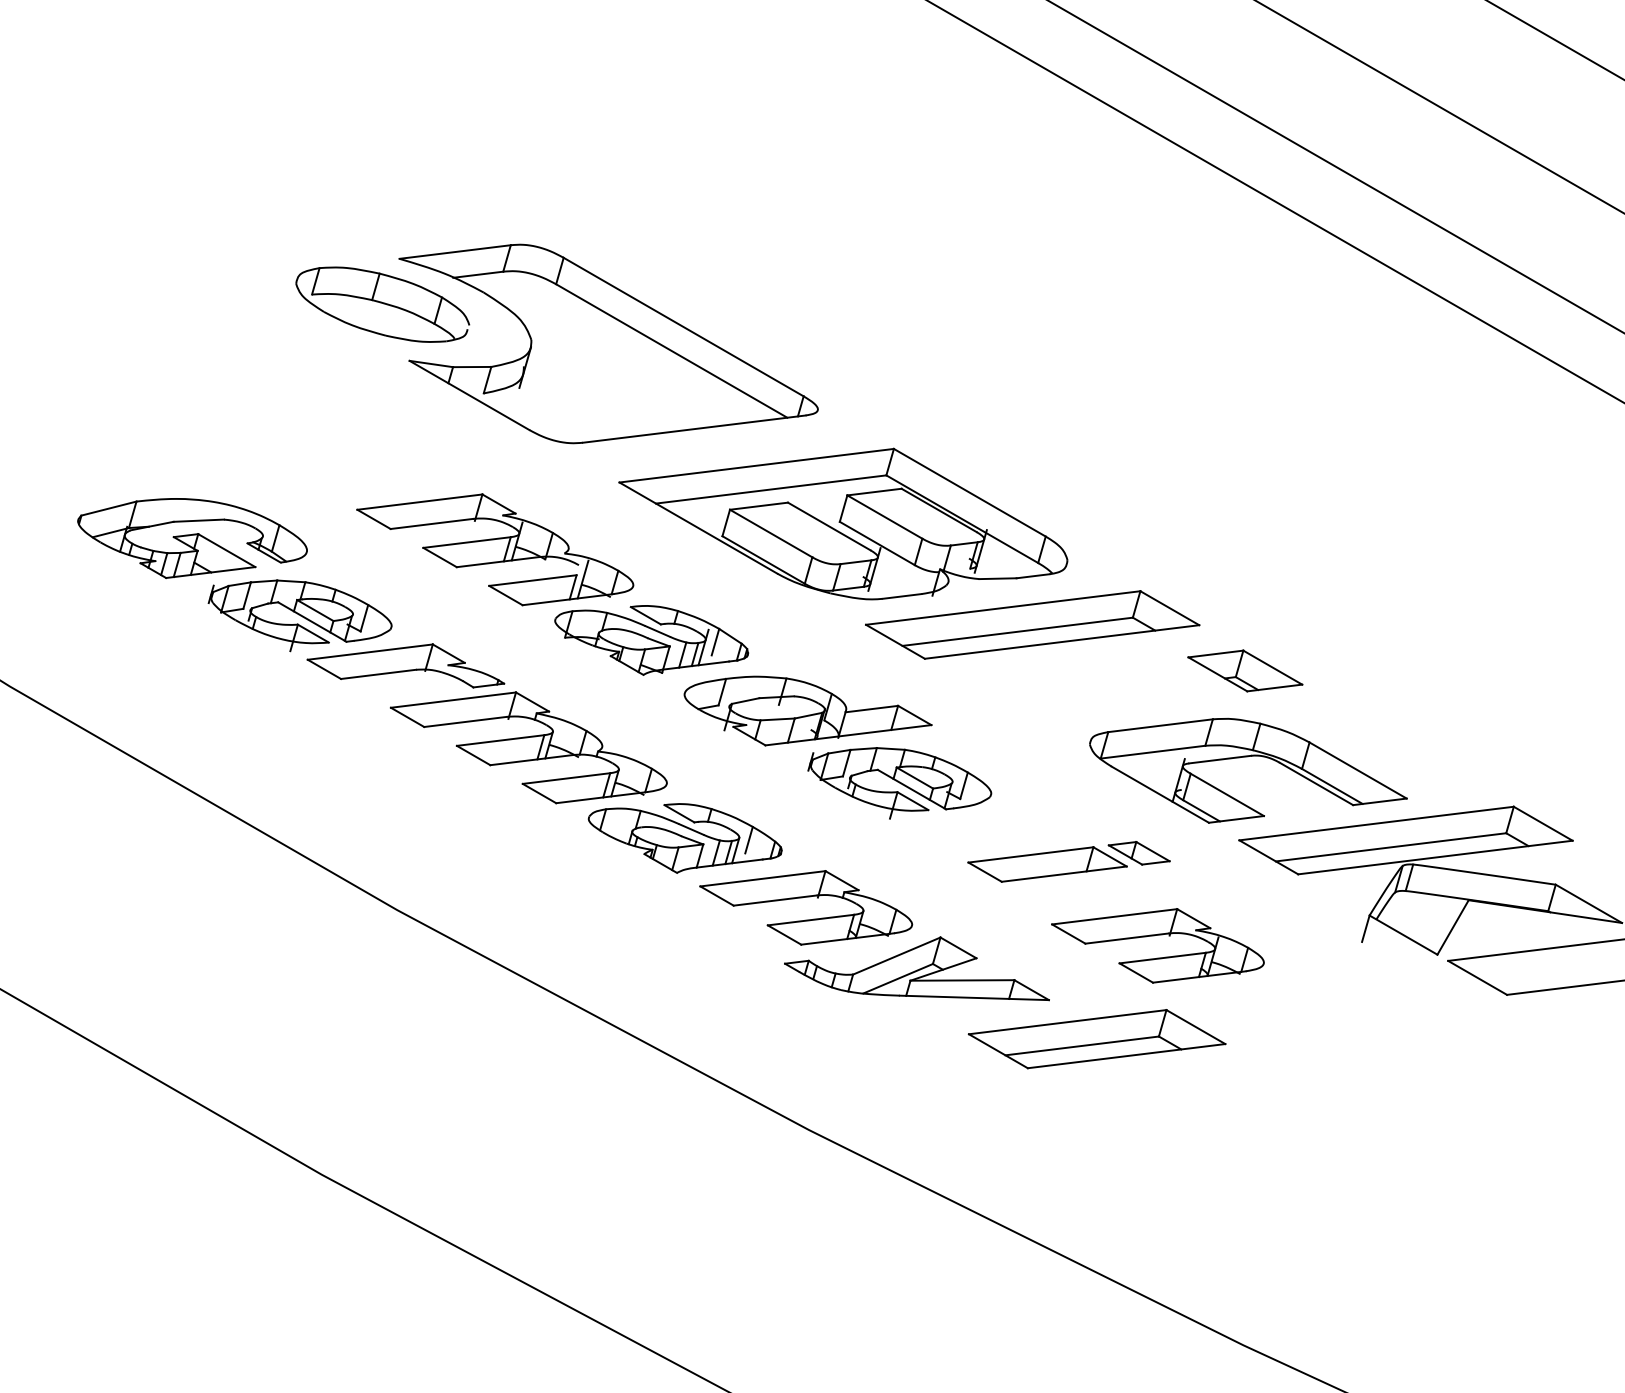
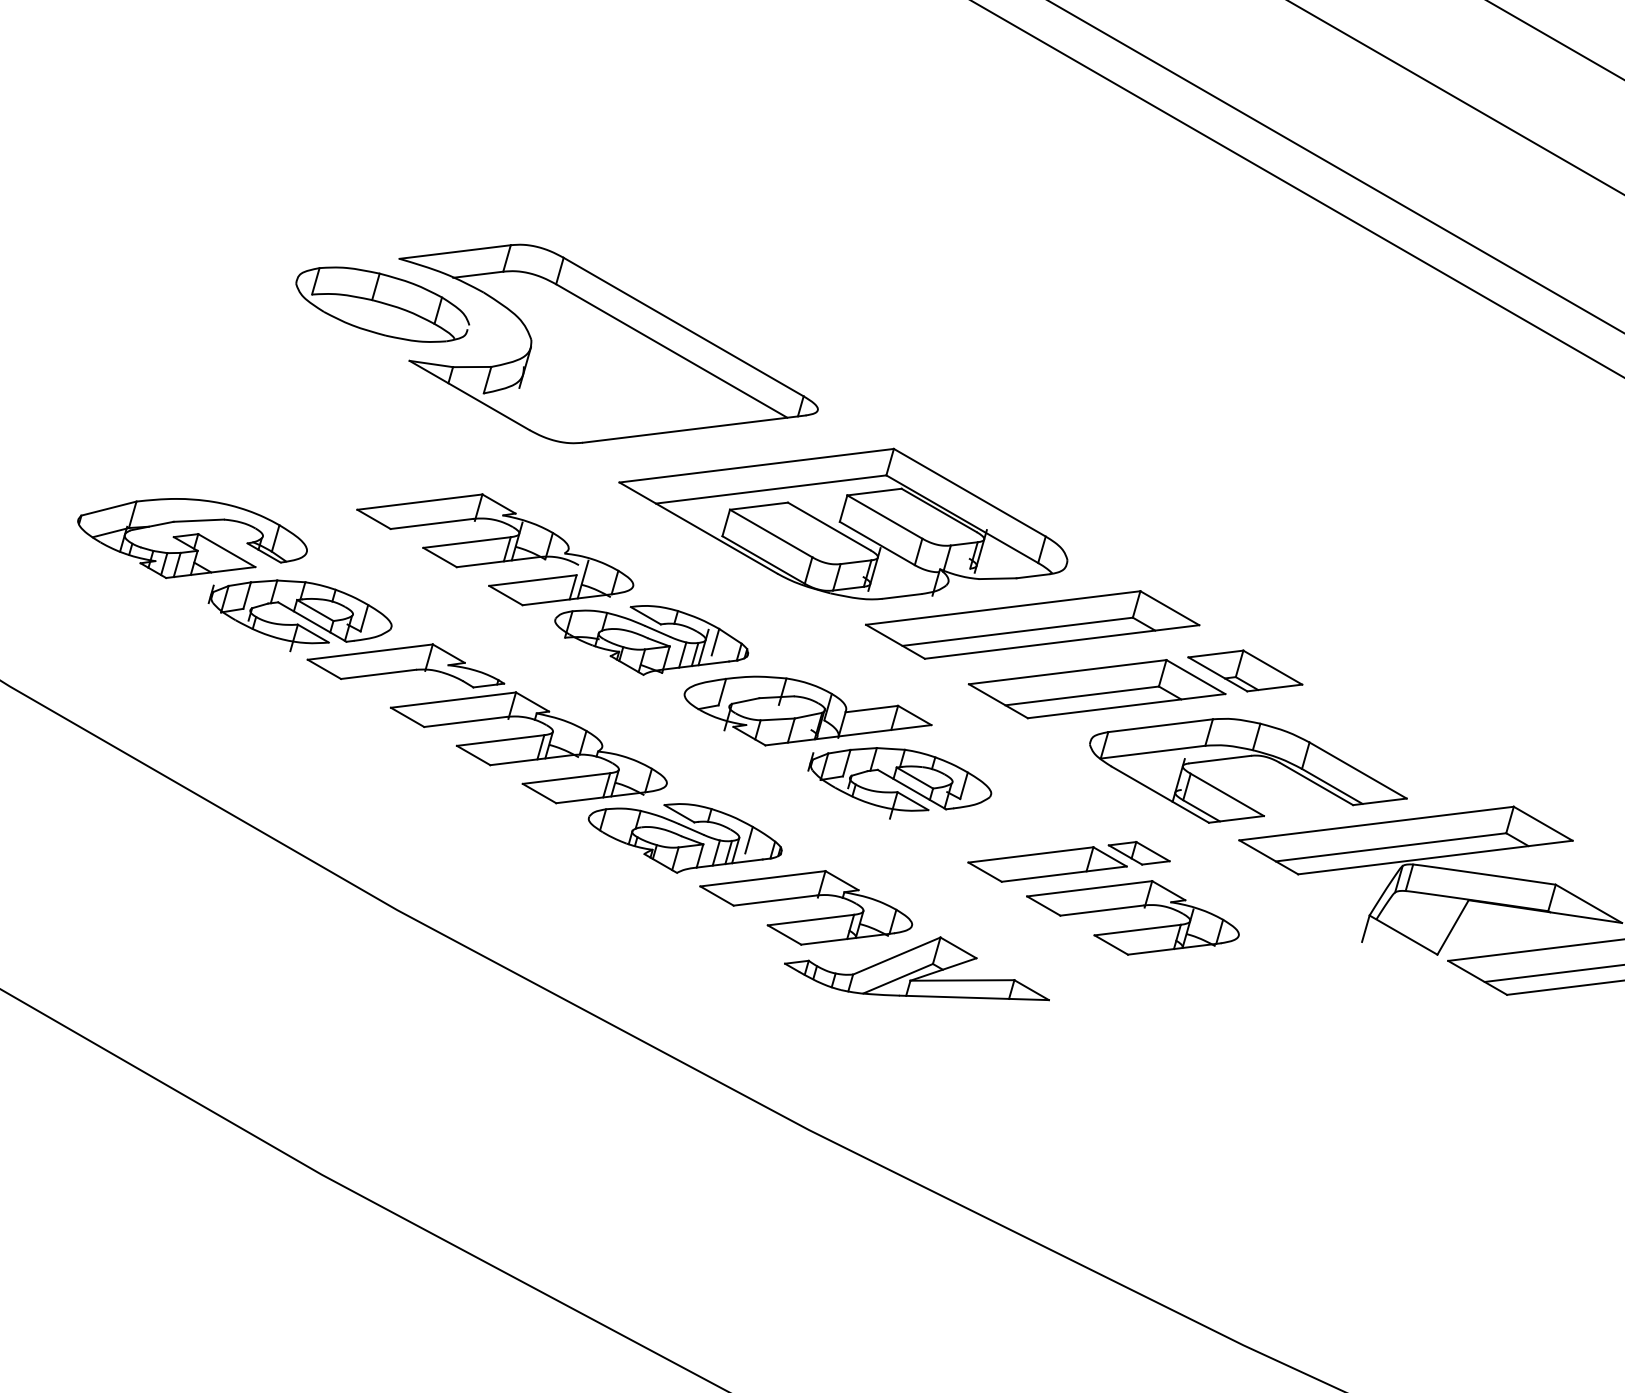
line at (1439, 107) position: (1439, 107) -> (1455, 97)
line at (1275, 201) position: (1275, 201) -> (1297, 189)
part at (1154, 936) position: (1154, 936) -> (1129, 908)
line at (1552, 973): none -> present
part at (1096, 1039) position: (1096, 1039) -> (1096, 689)
